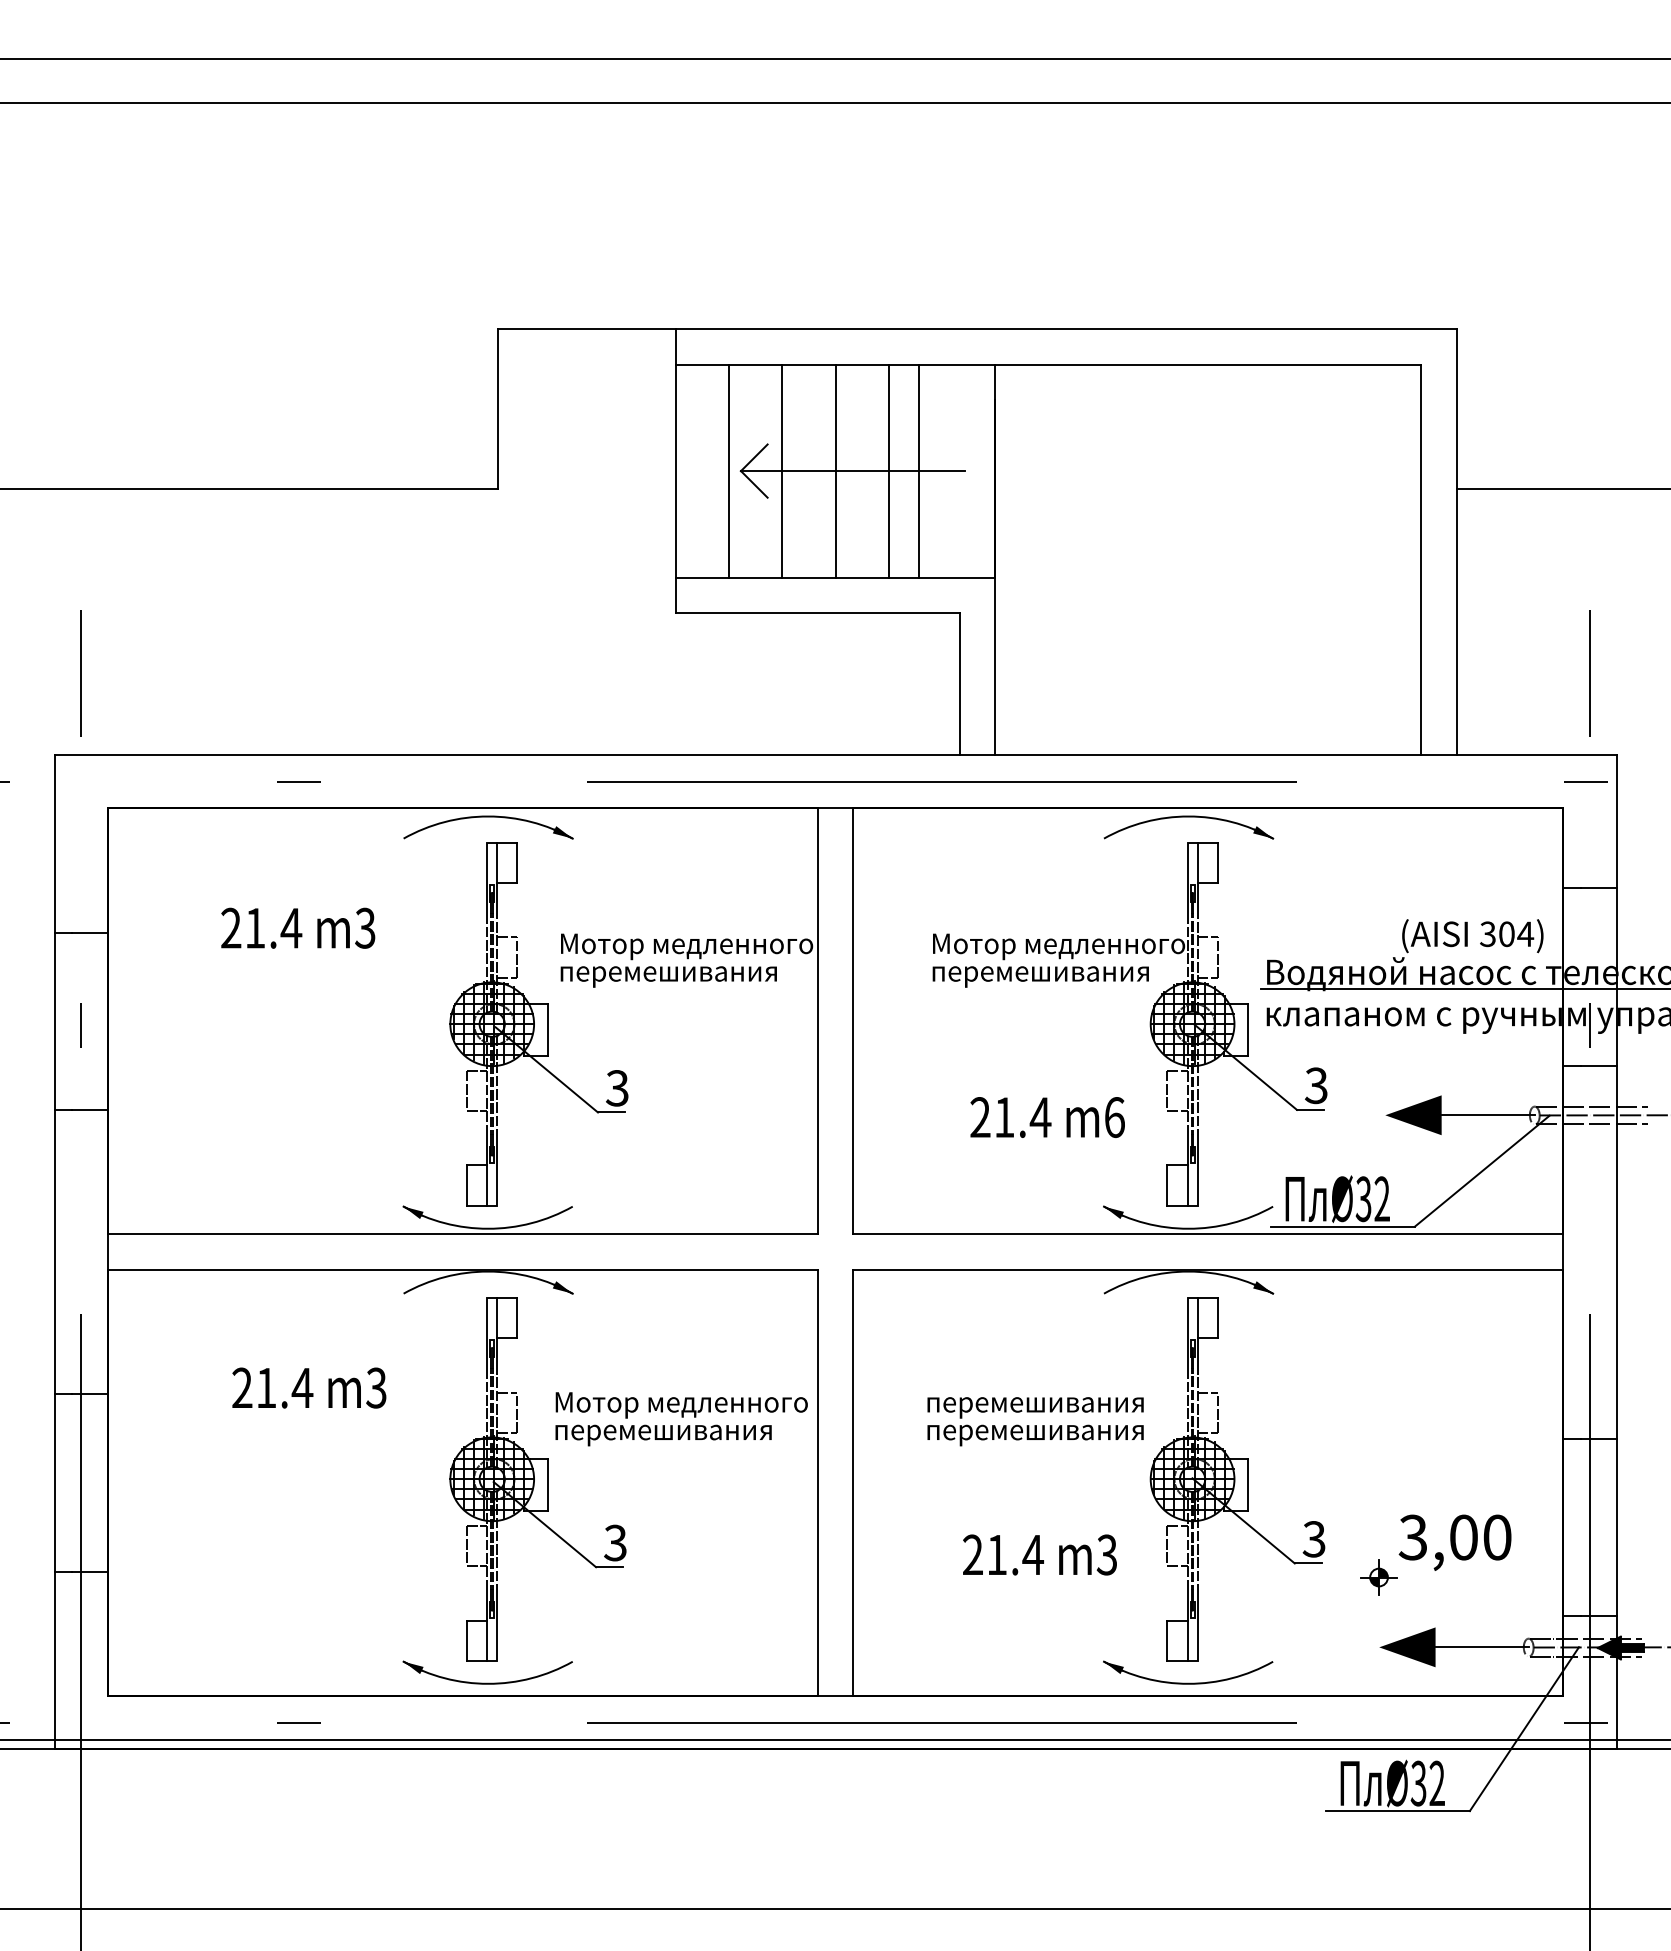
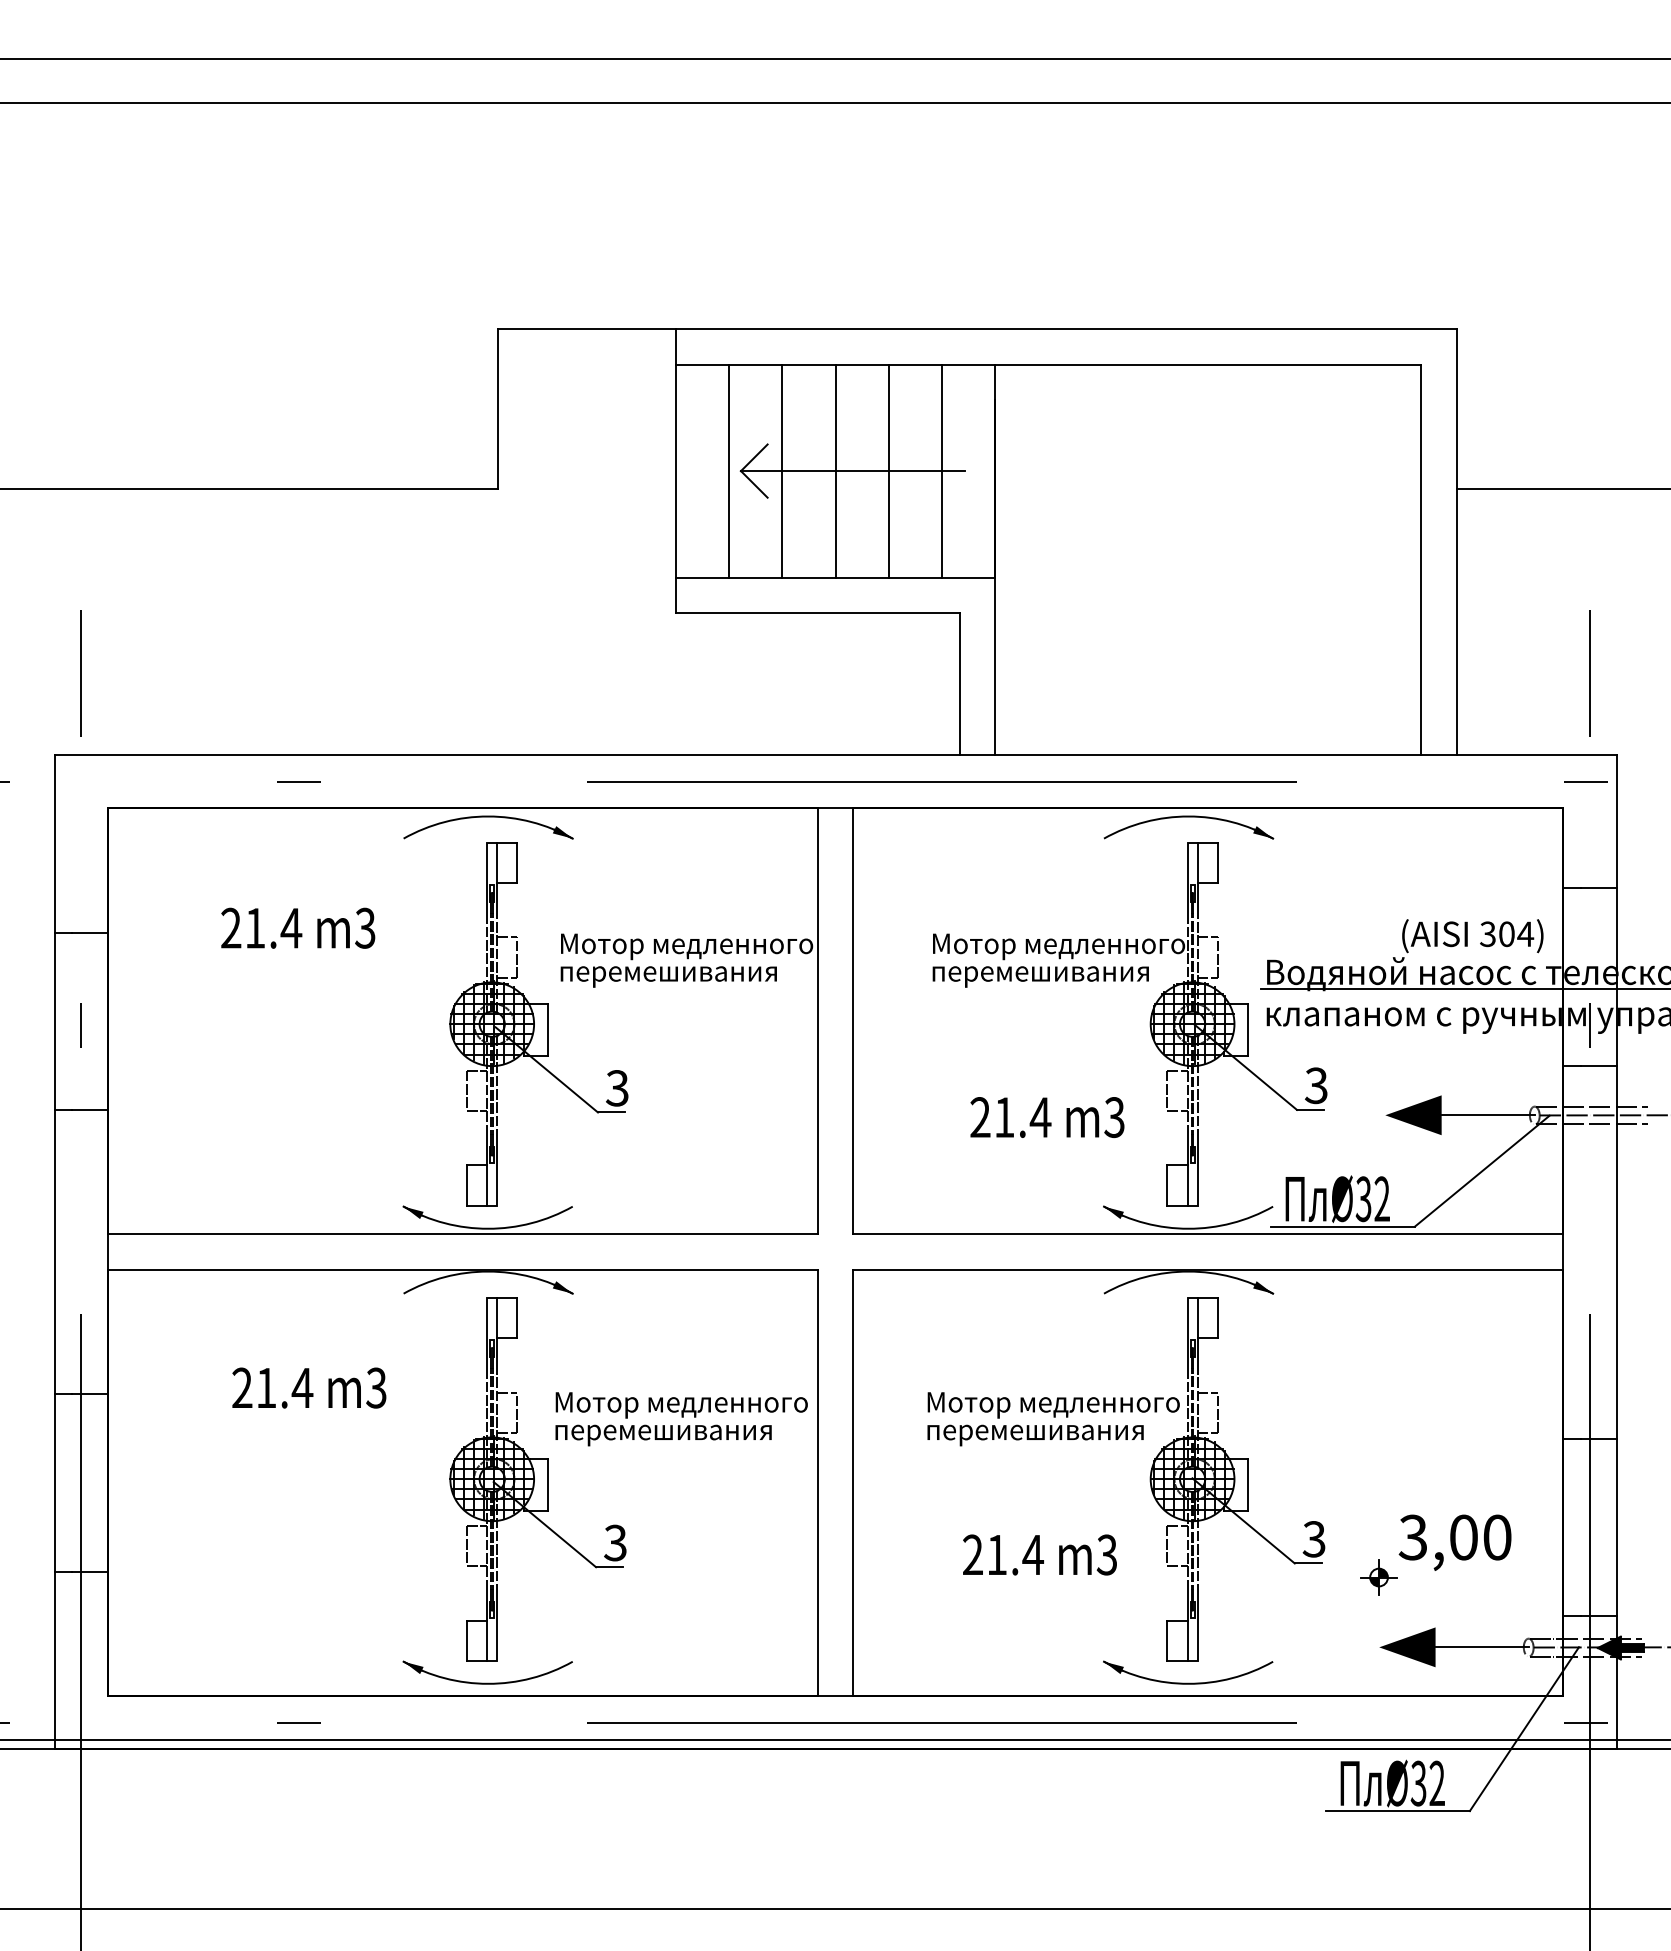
line at (919, 470) position: (919, 470) -> (942, 470)
text at (1114, 1117): m6 -> m3
text at (1053, 1405): перемешивания -> Мотор медленного
